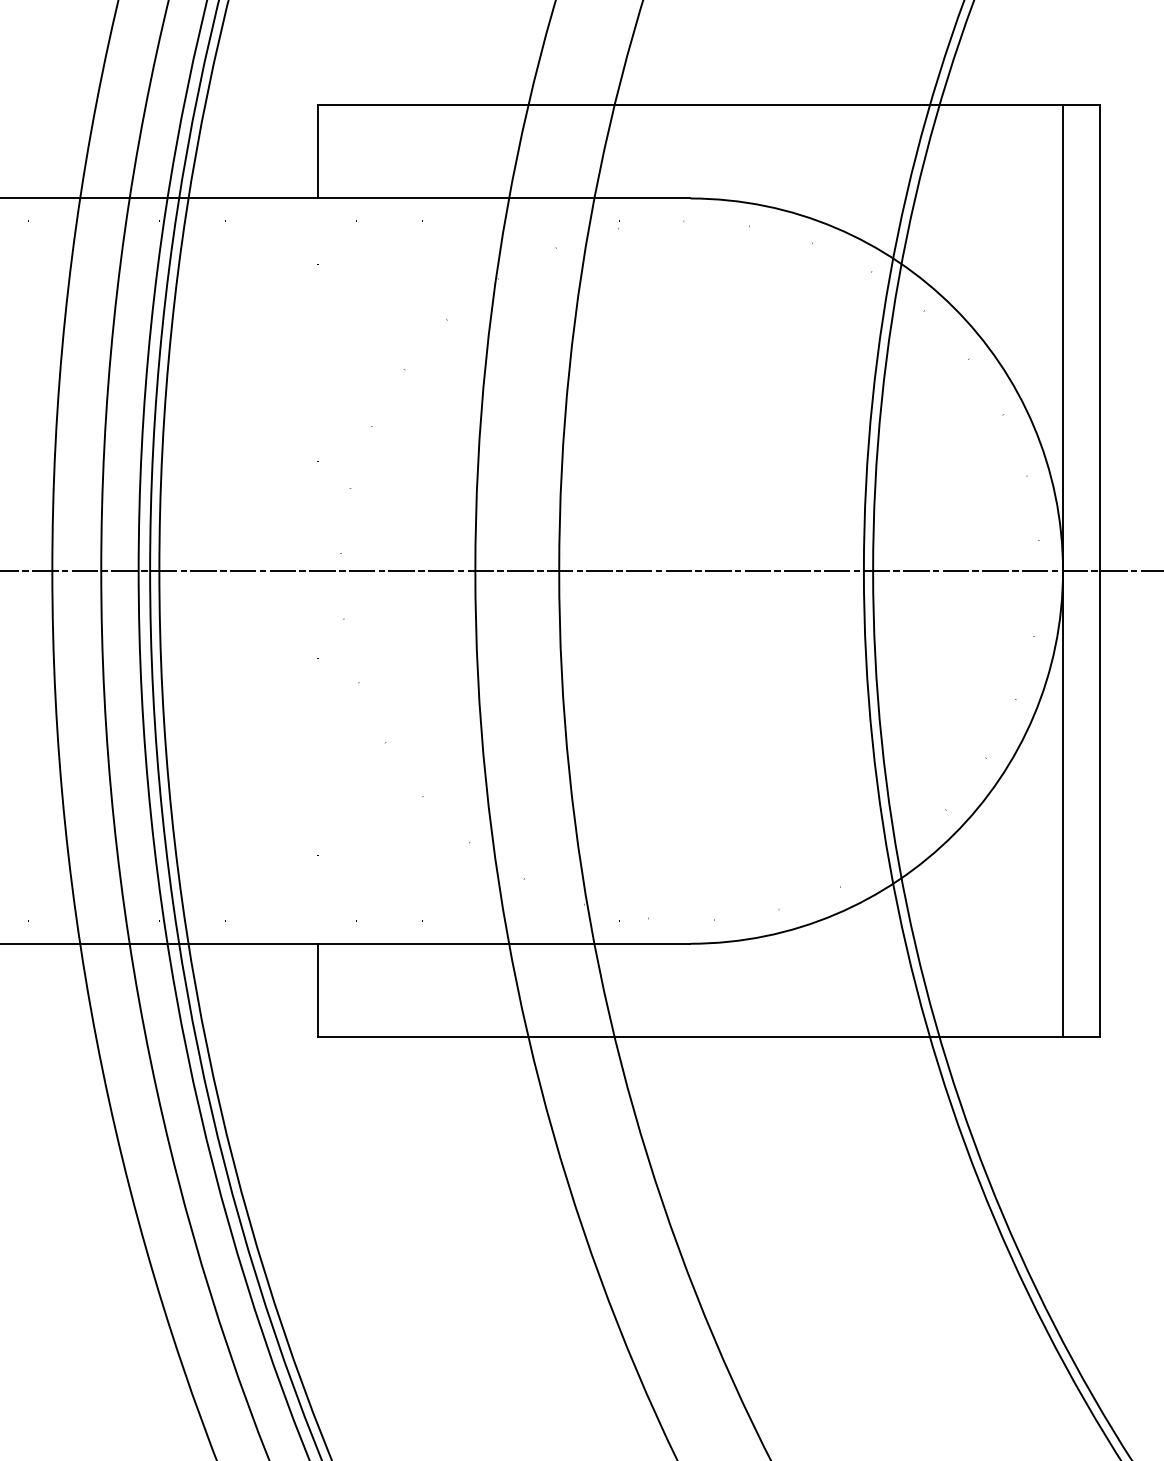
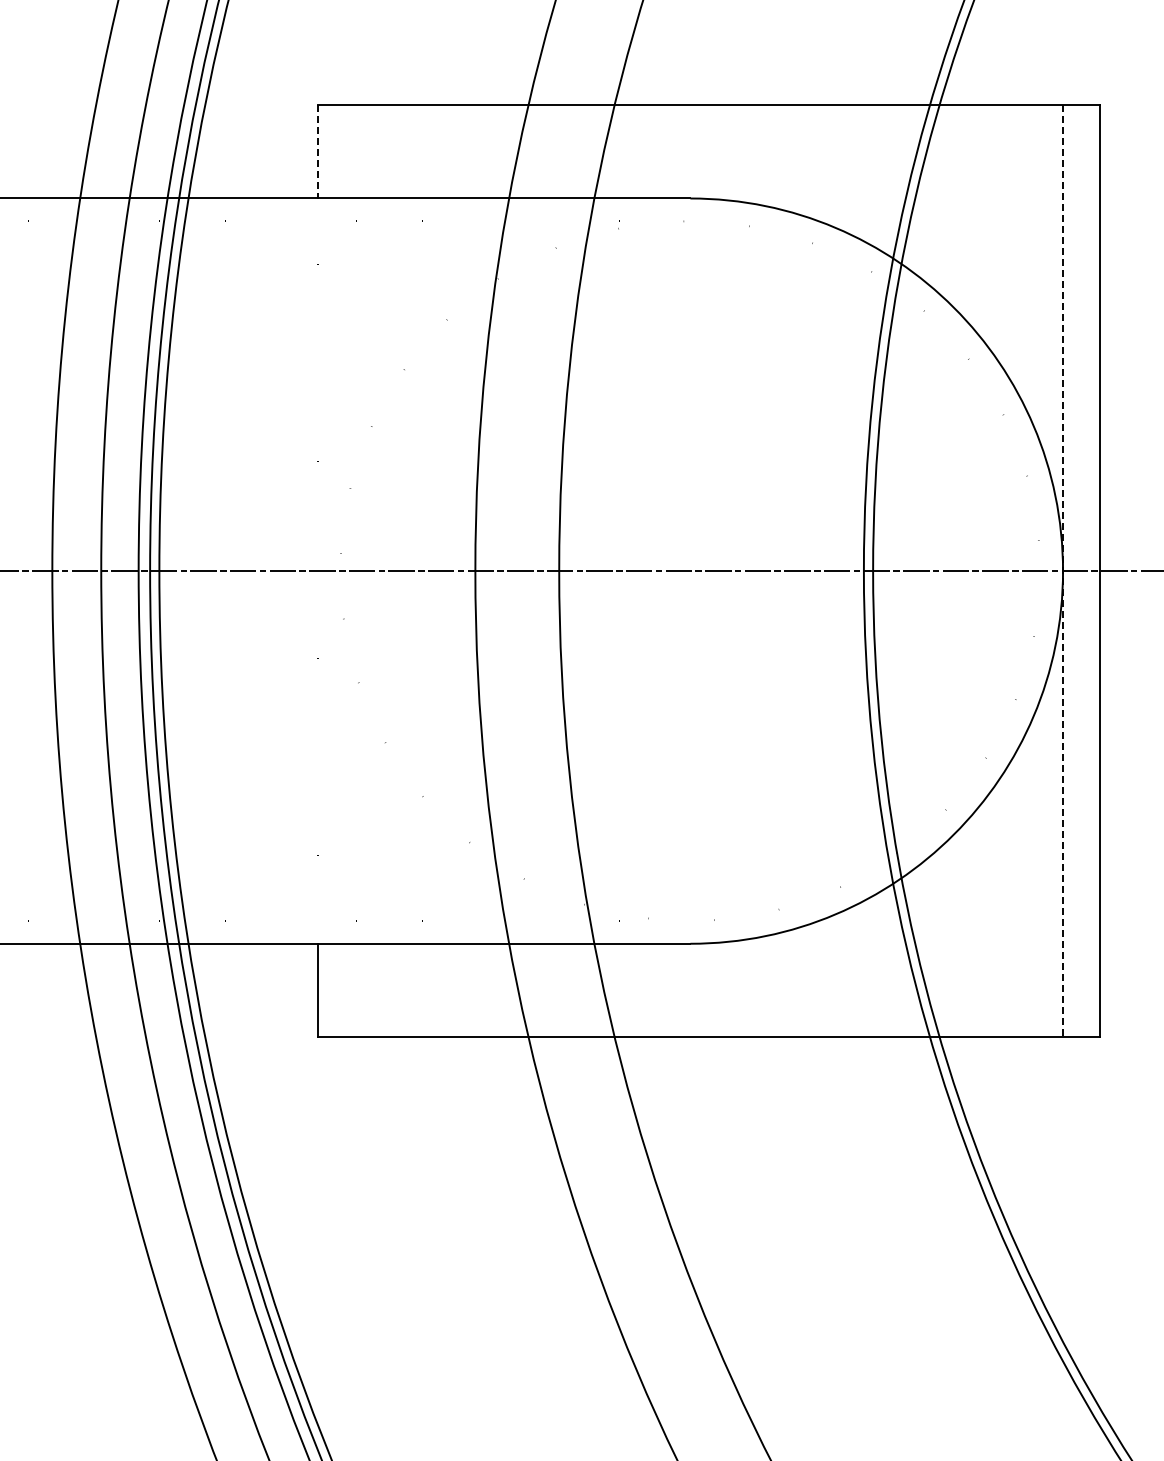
line at (317, 151): solid -> dashed
line at (1063, 571): solid -> dashed
